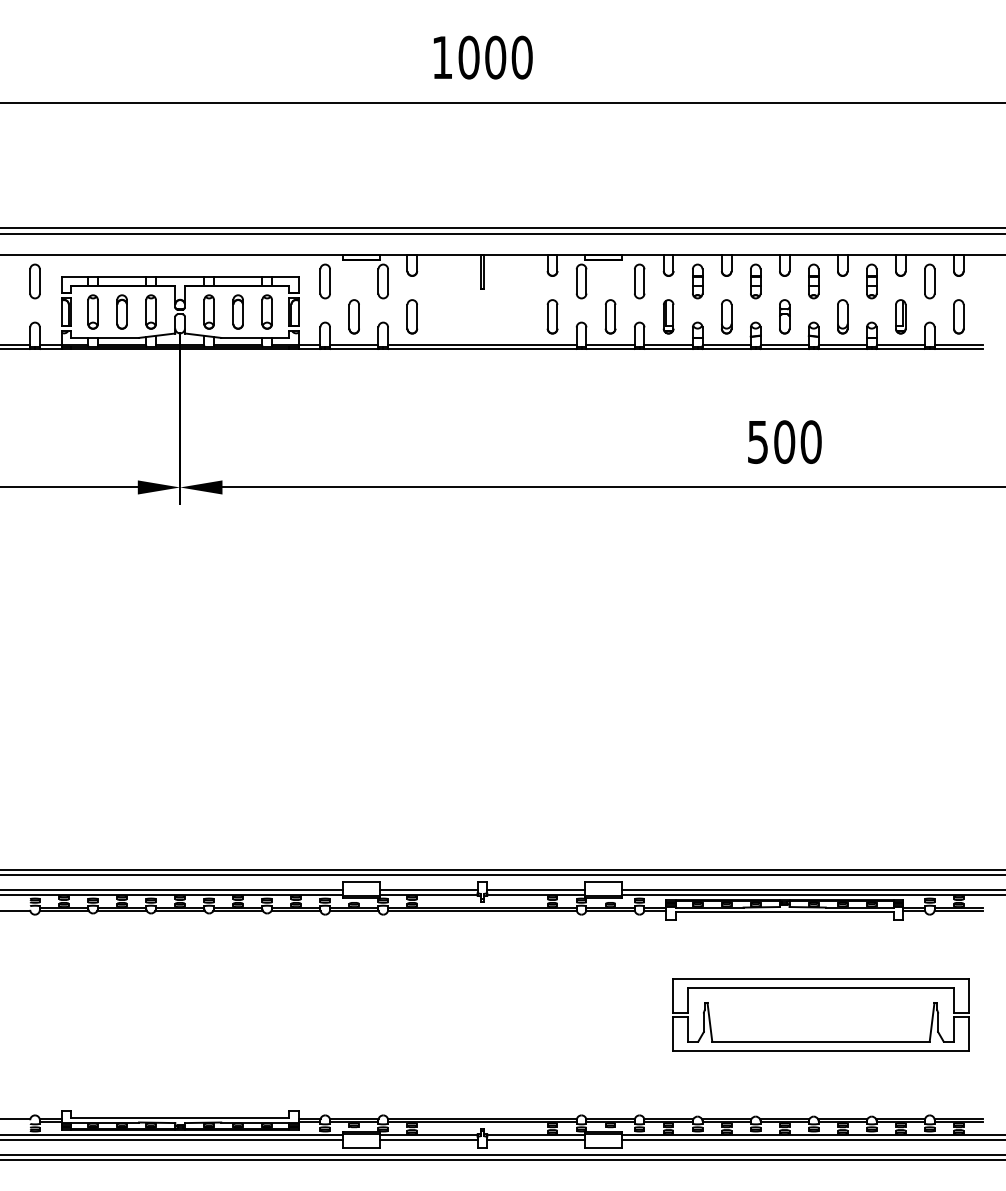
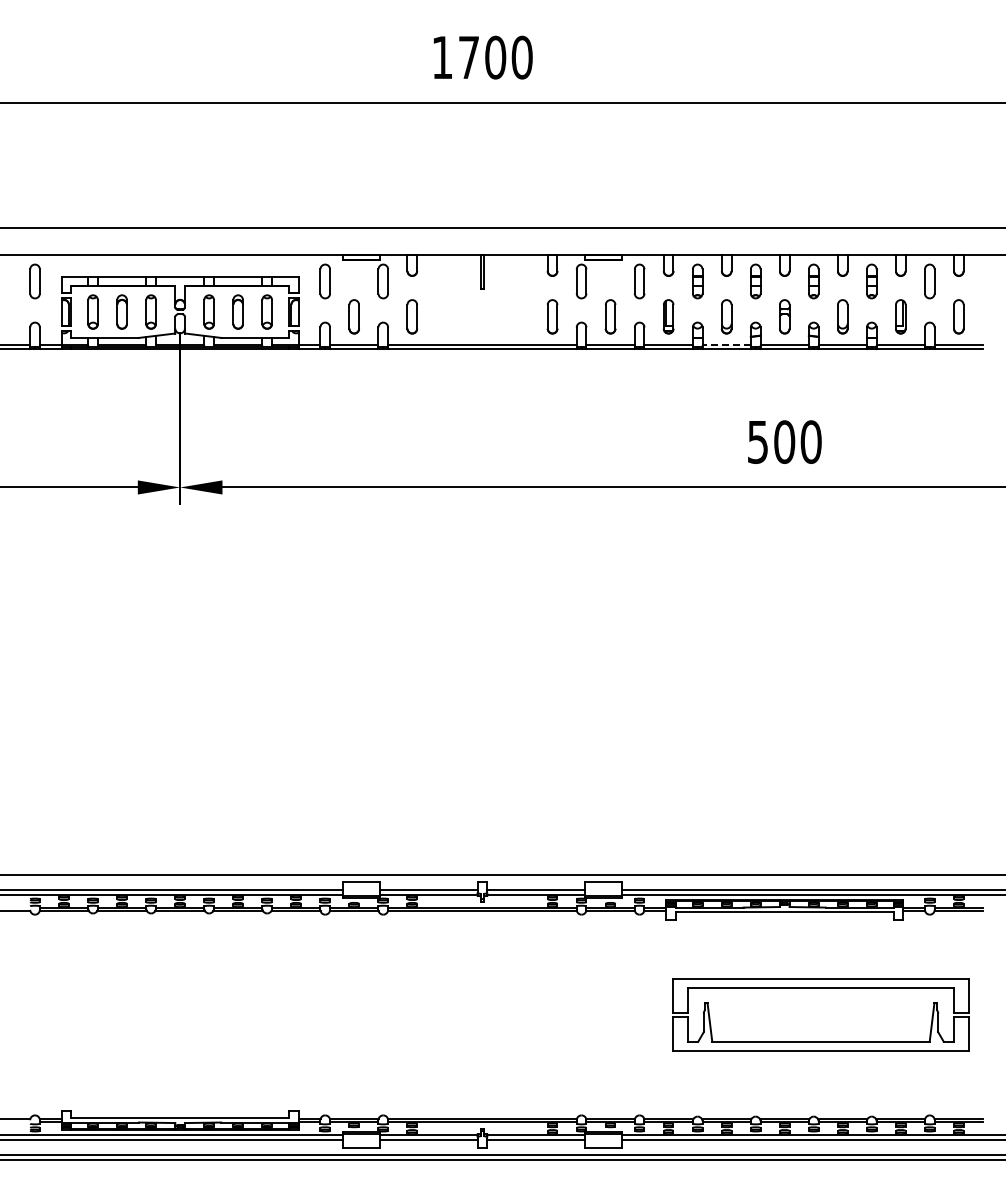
text at (468, 57): 1000 -> 1700
line at (502, 233): present -> none
line at (726, 344): solid -> dashed
line at (502, 870): present -> none
